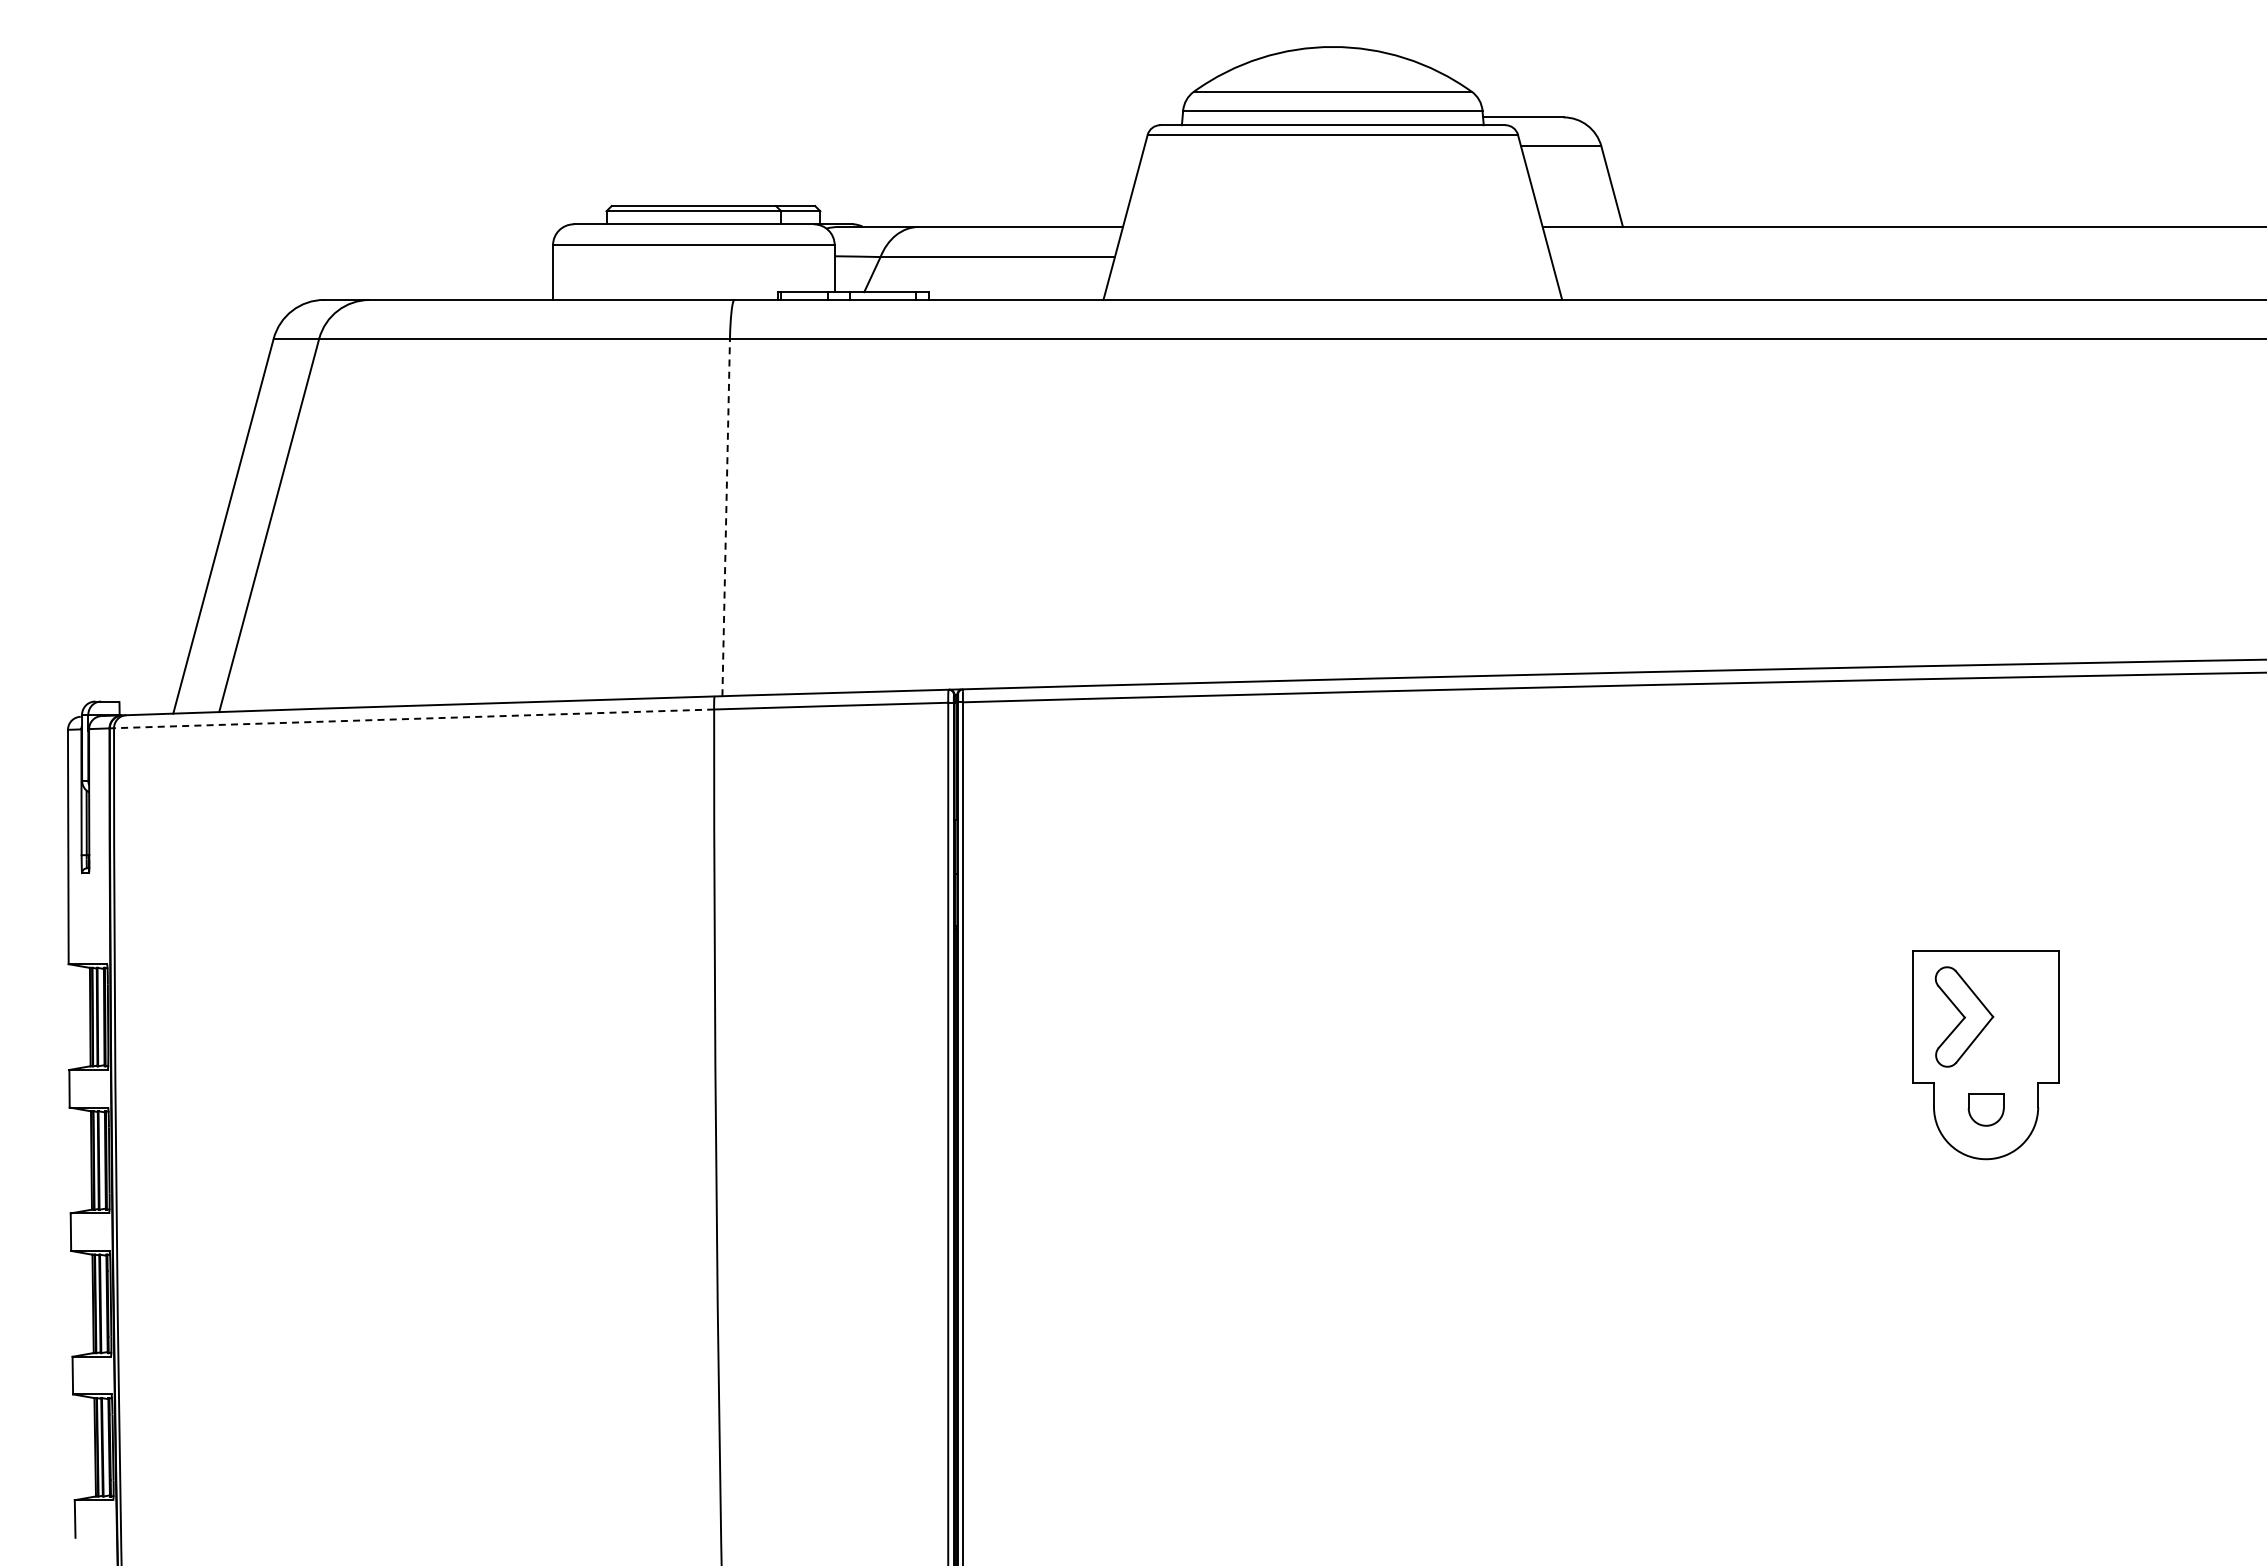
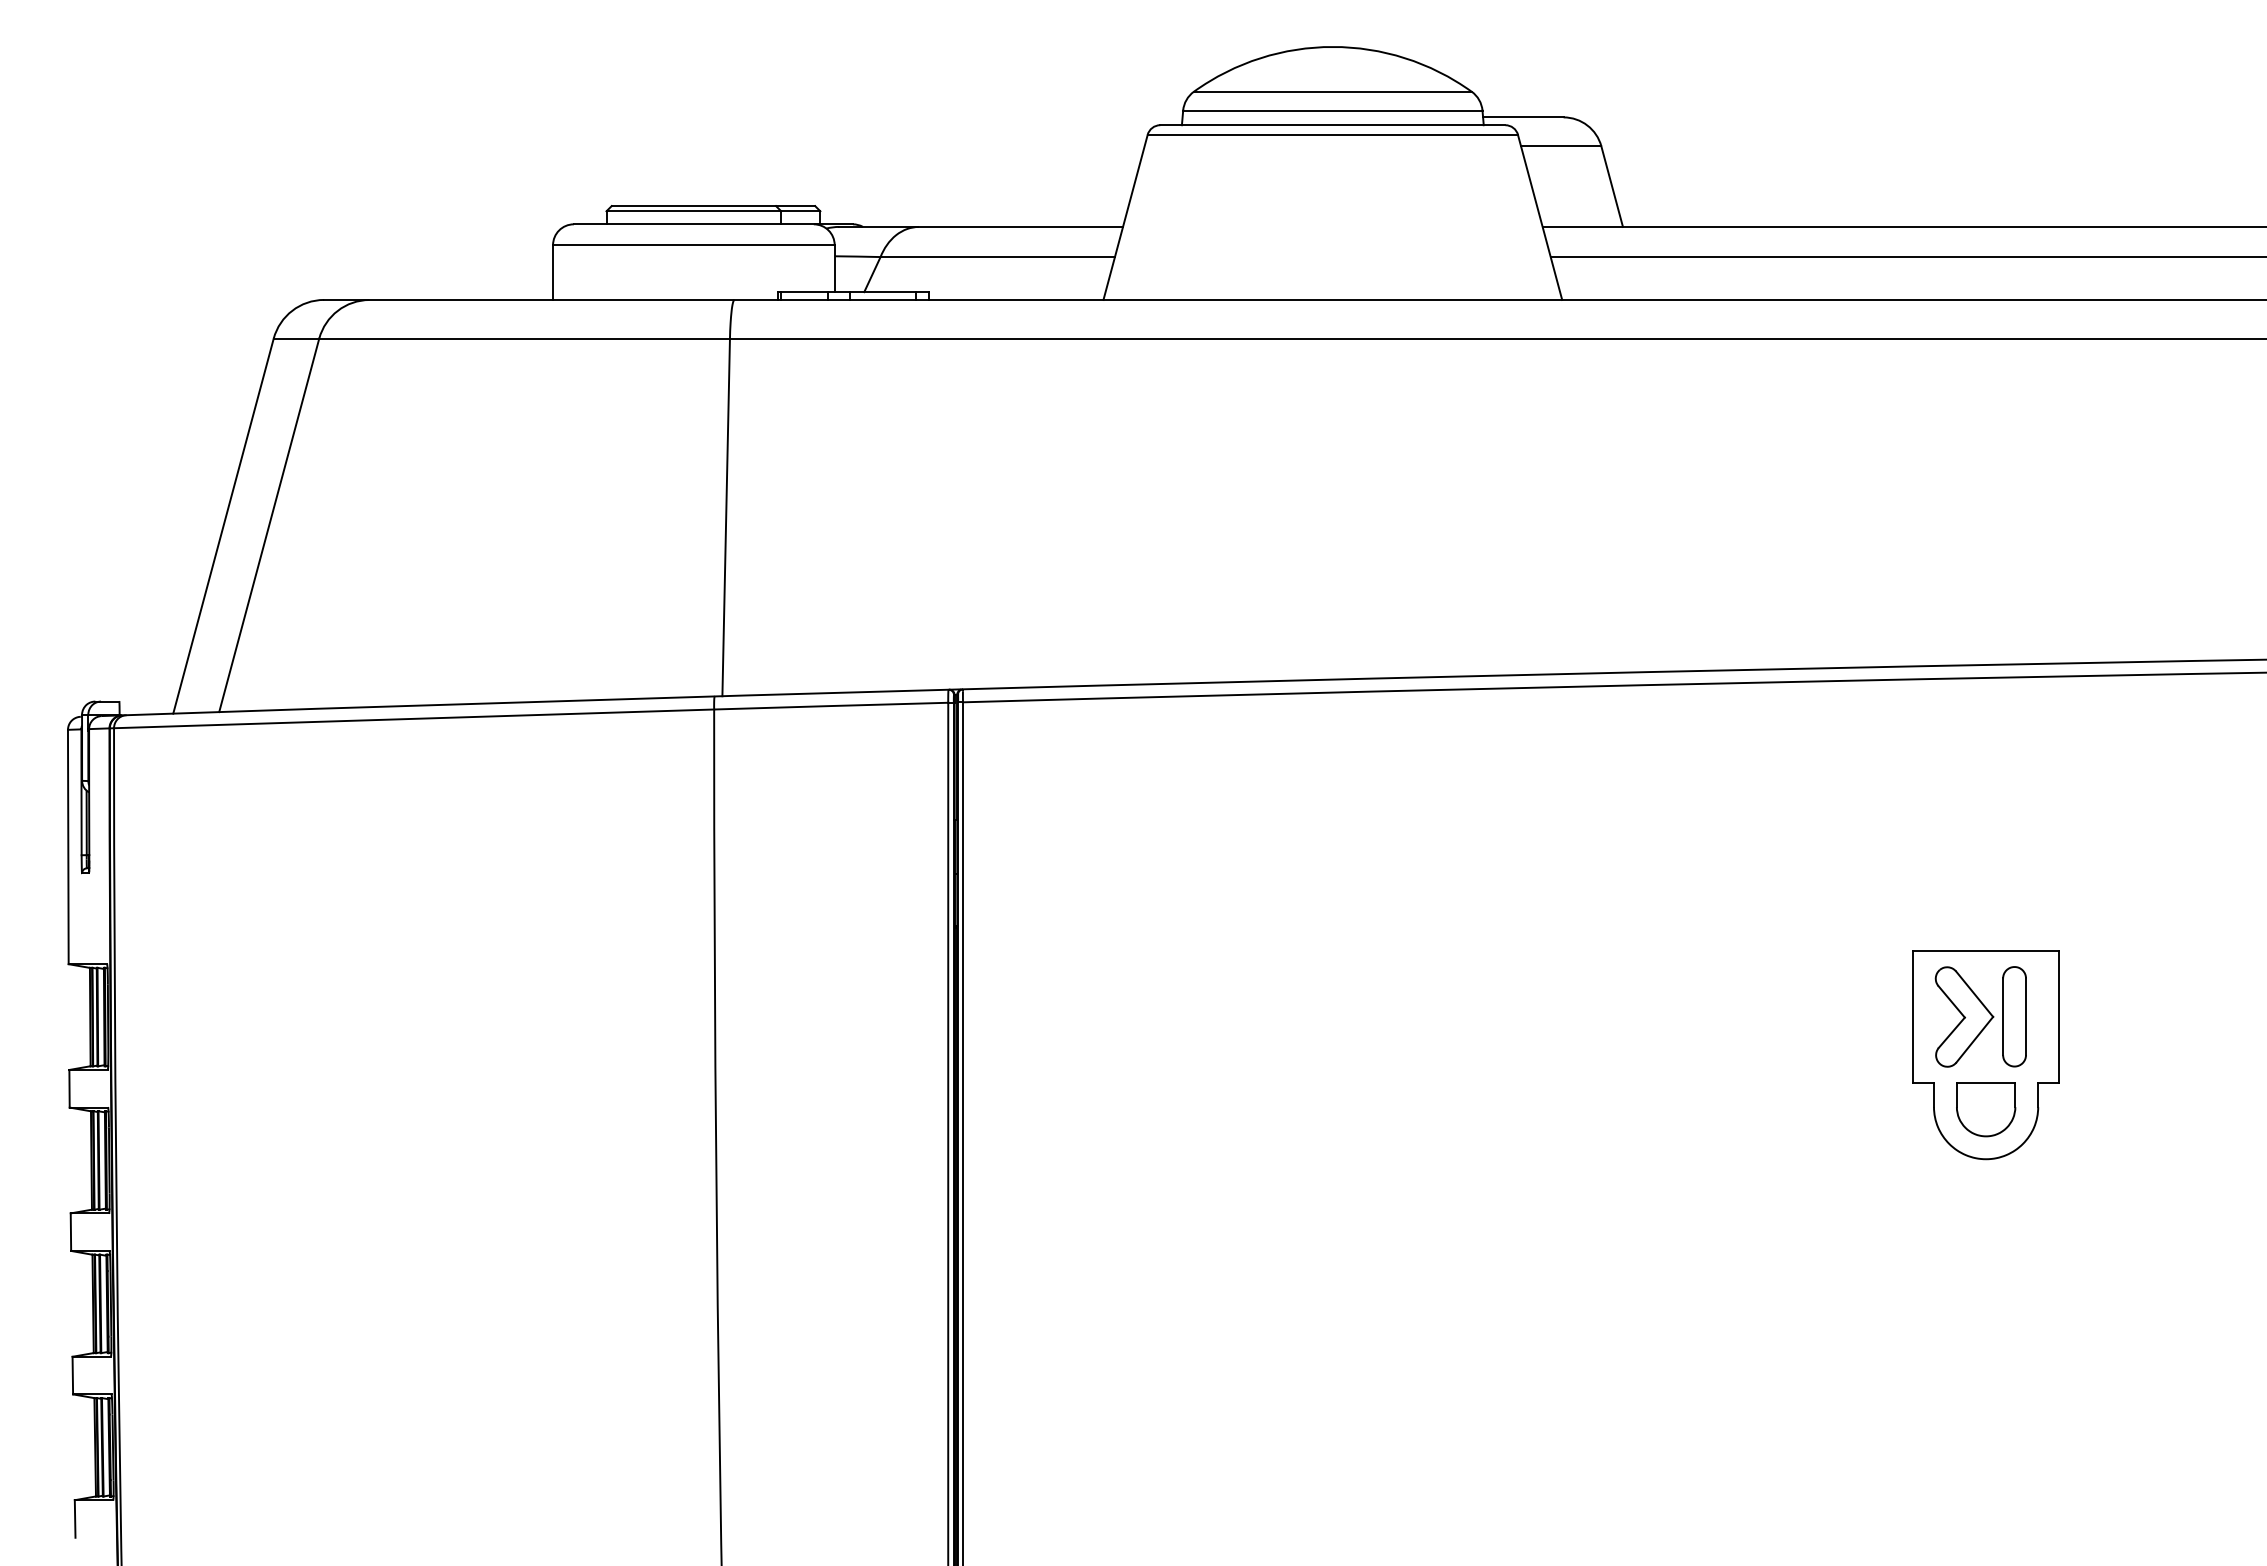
line at (1906, 257): none -> present
line at (726, 517): dashed -> solid
line at (413, 718): dashed -> solid
part at (2014, 1016): none -> present
part at (1985, 1109) size: 38x34 px -> 61x56 px
